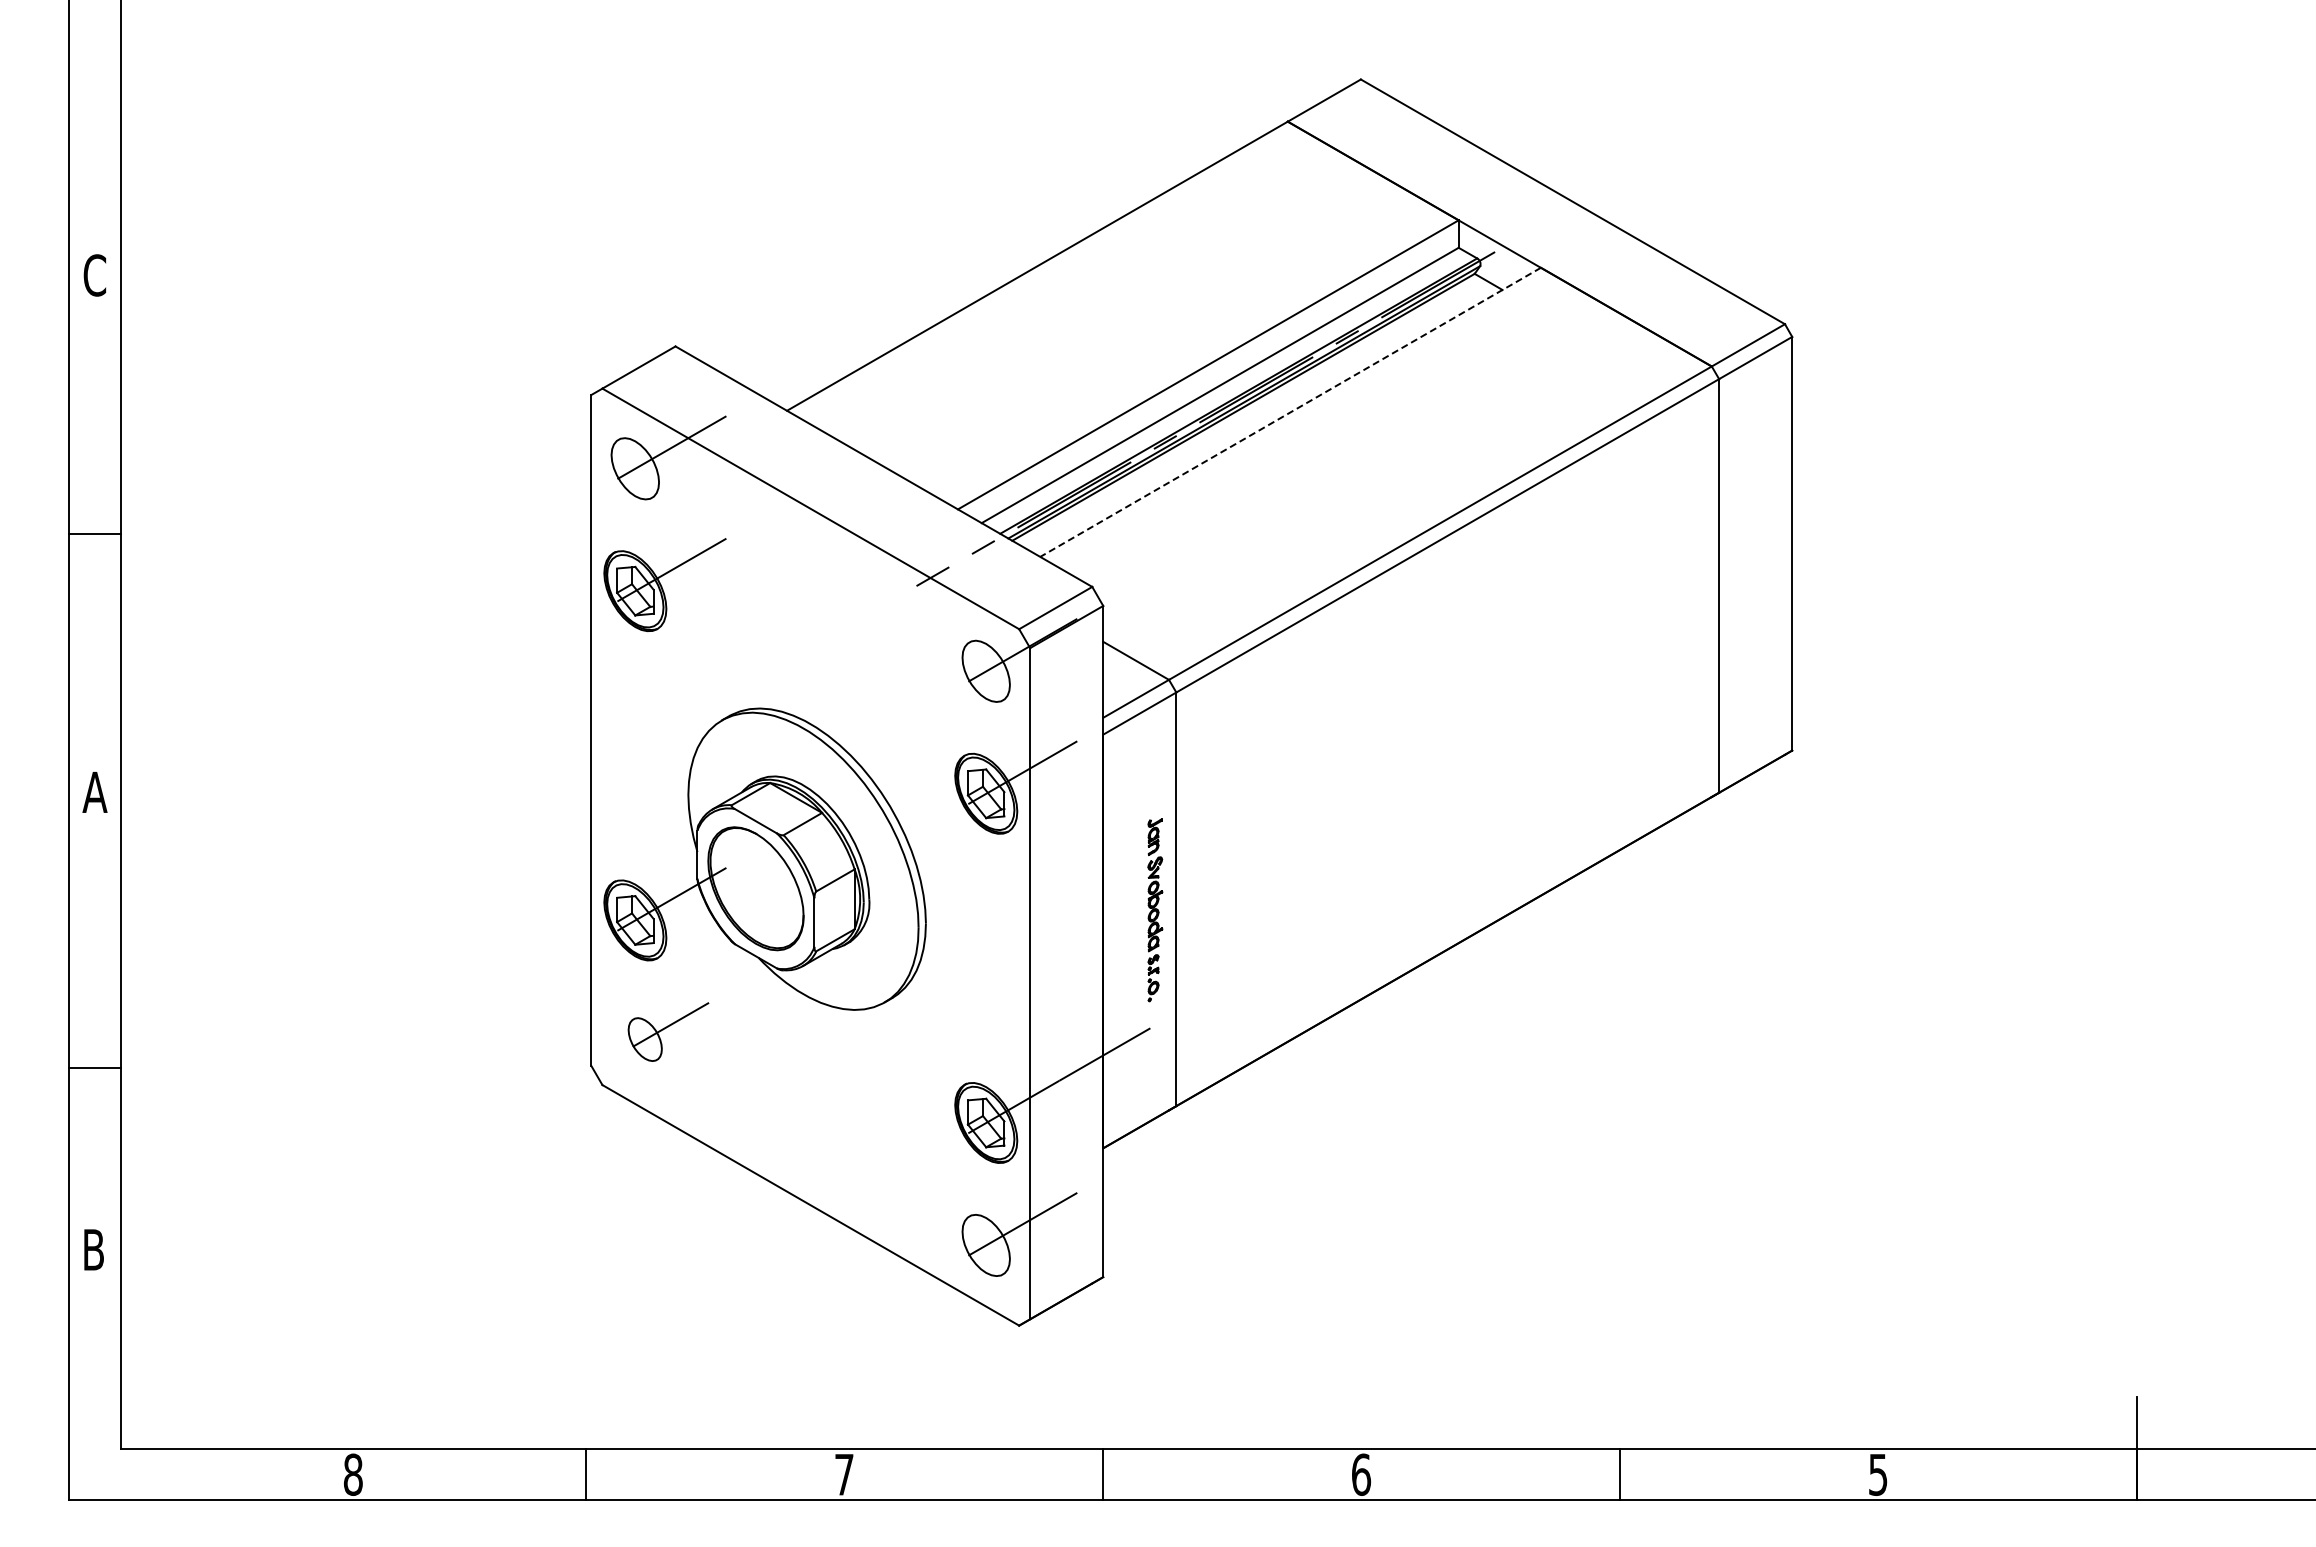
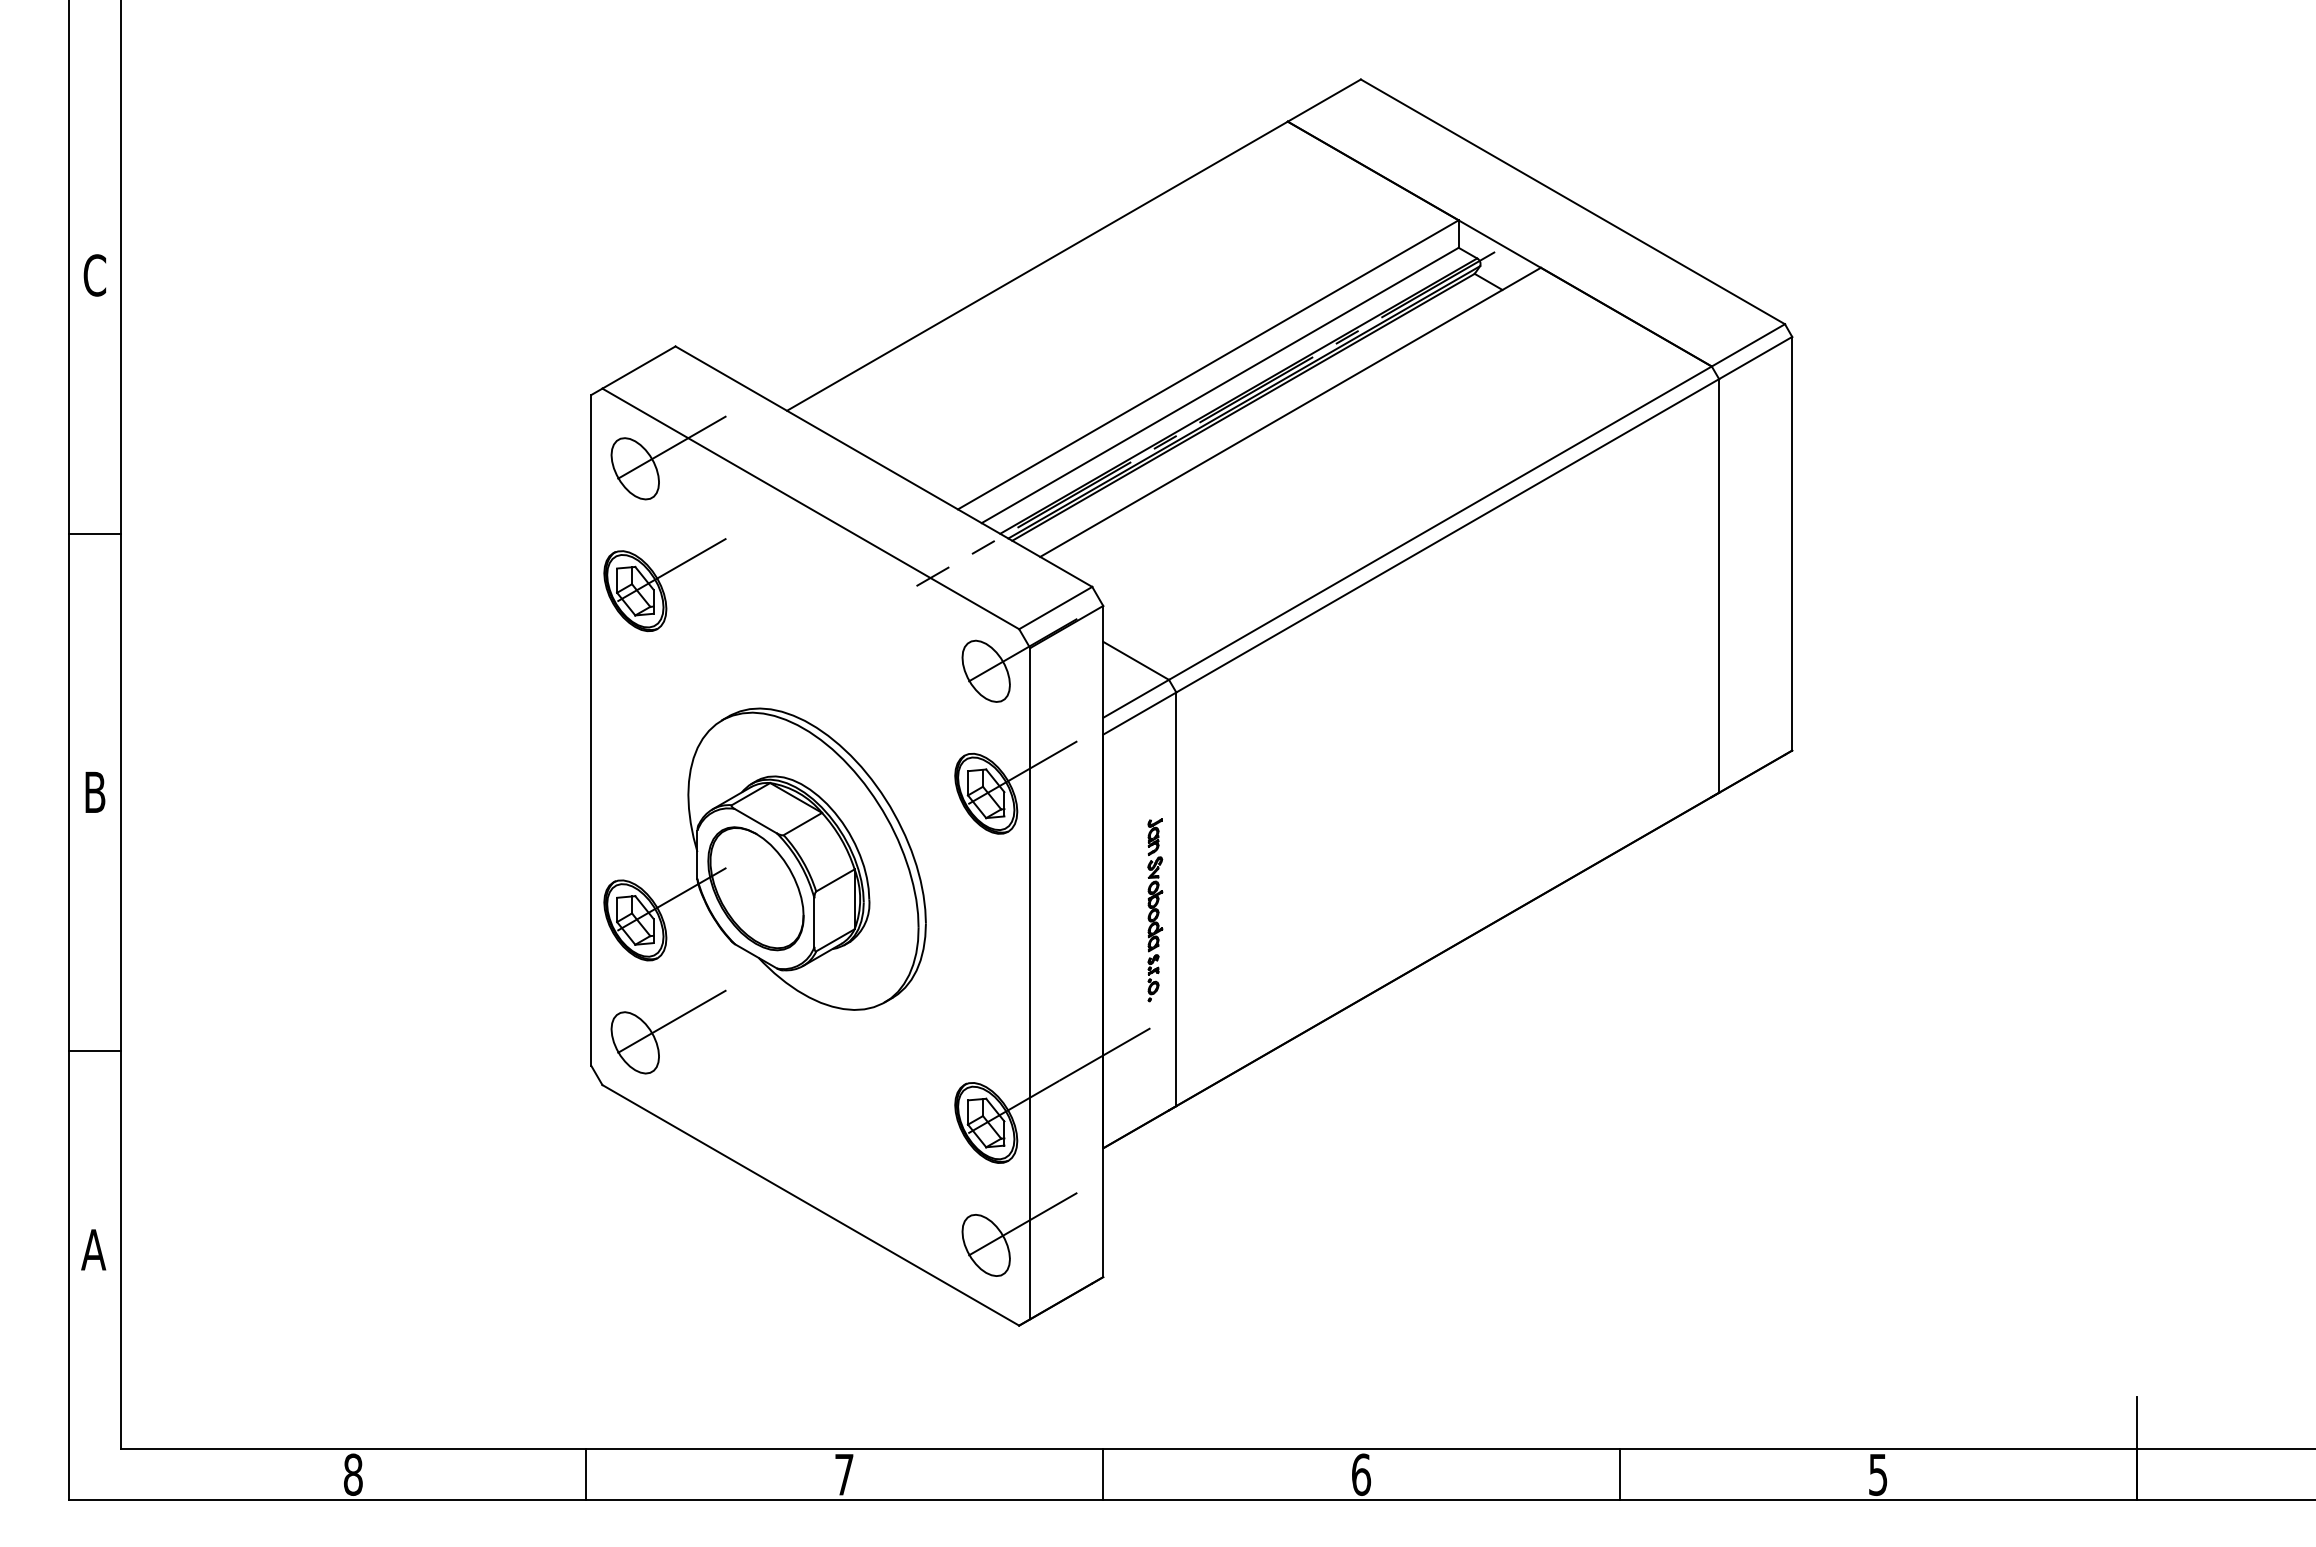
line at (1290, 412): dashed -> solid
text at (94, 791): A -> B
part at (668, 1031) size: 83x60 px -> 117x86 px
line at (95, 1067) position: (95, 1067) -> (95, 1050)
text at (93, 1249): B -> A
